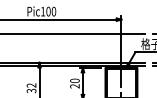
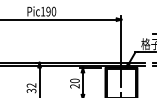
text at (48, 11): Pic100 -> Pic190
line at (73, 33): present -> none
